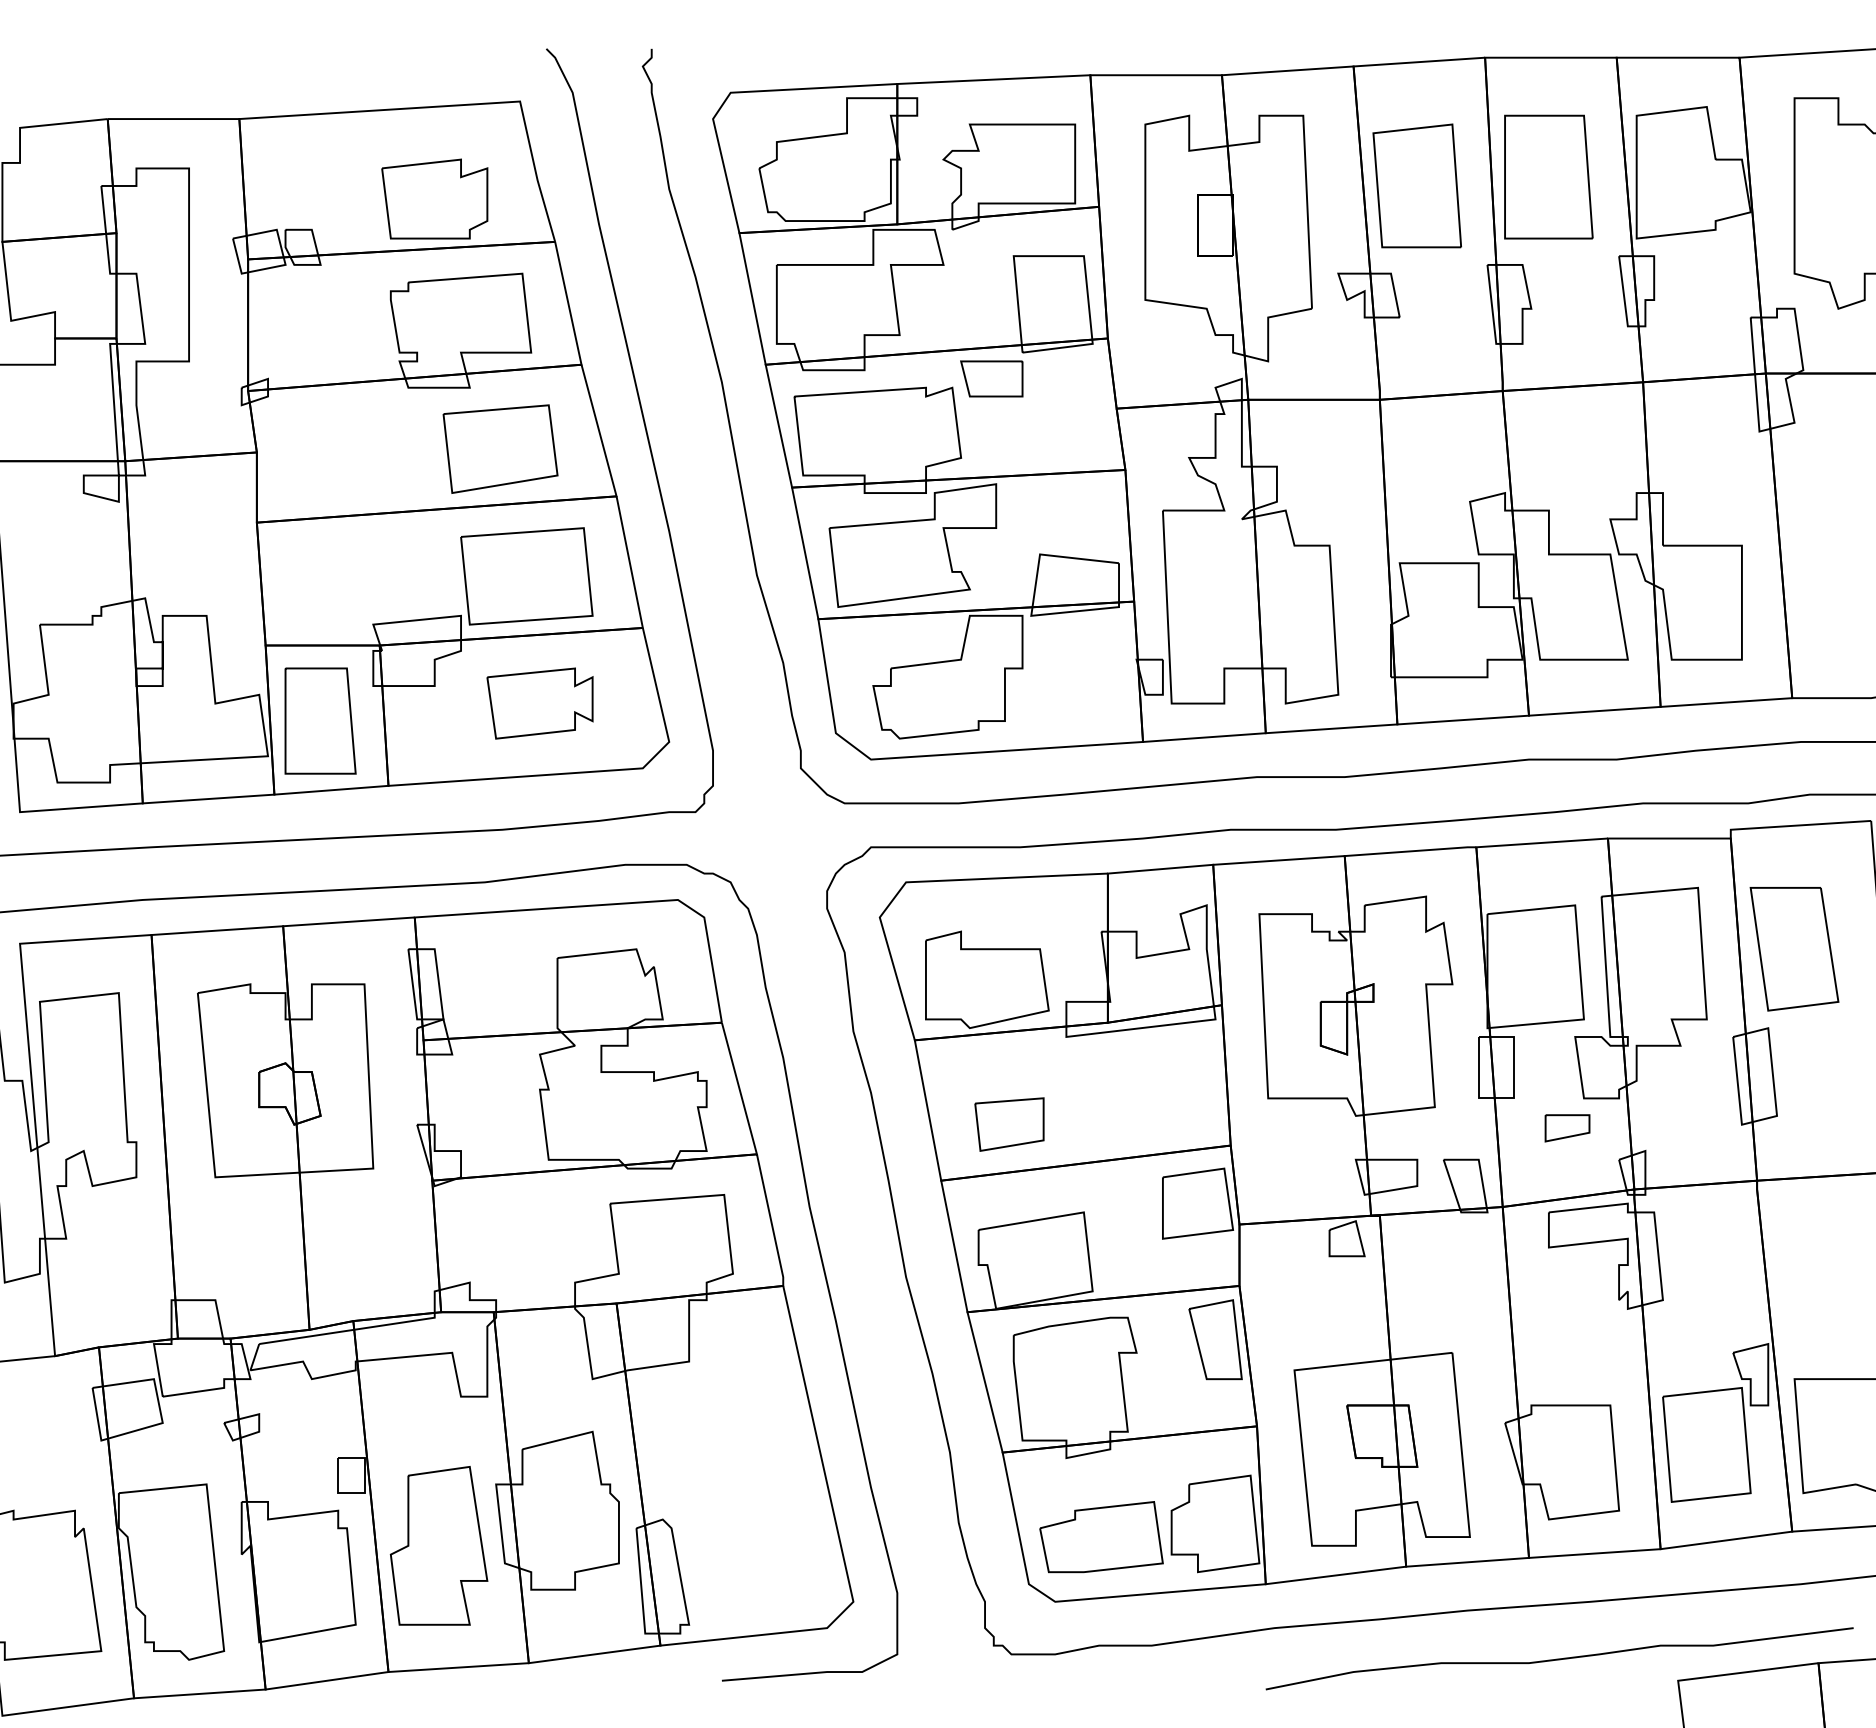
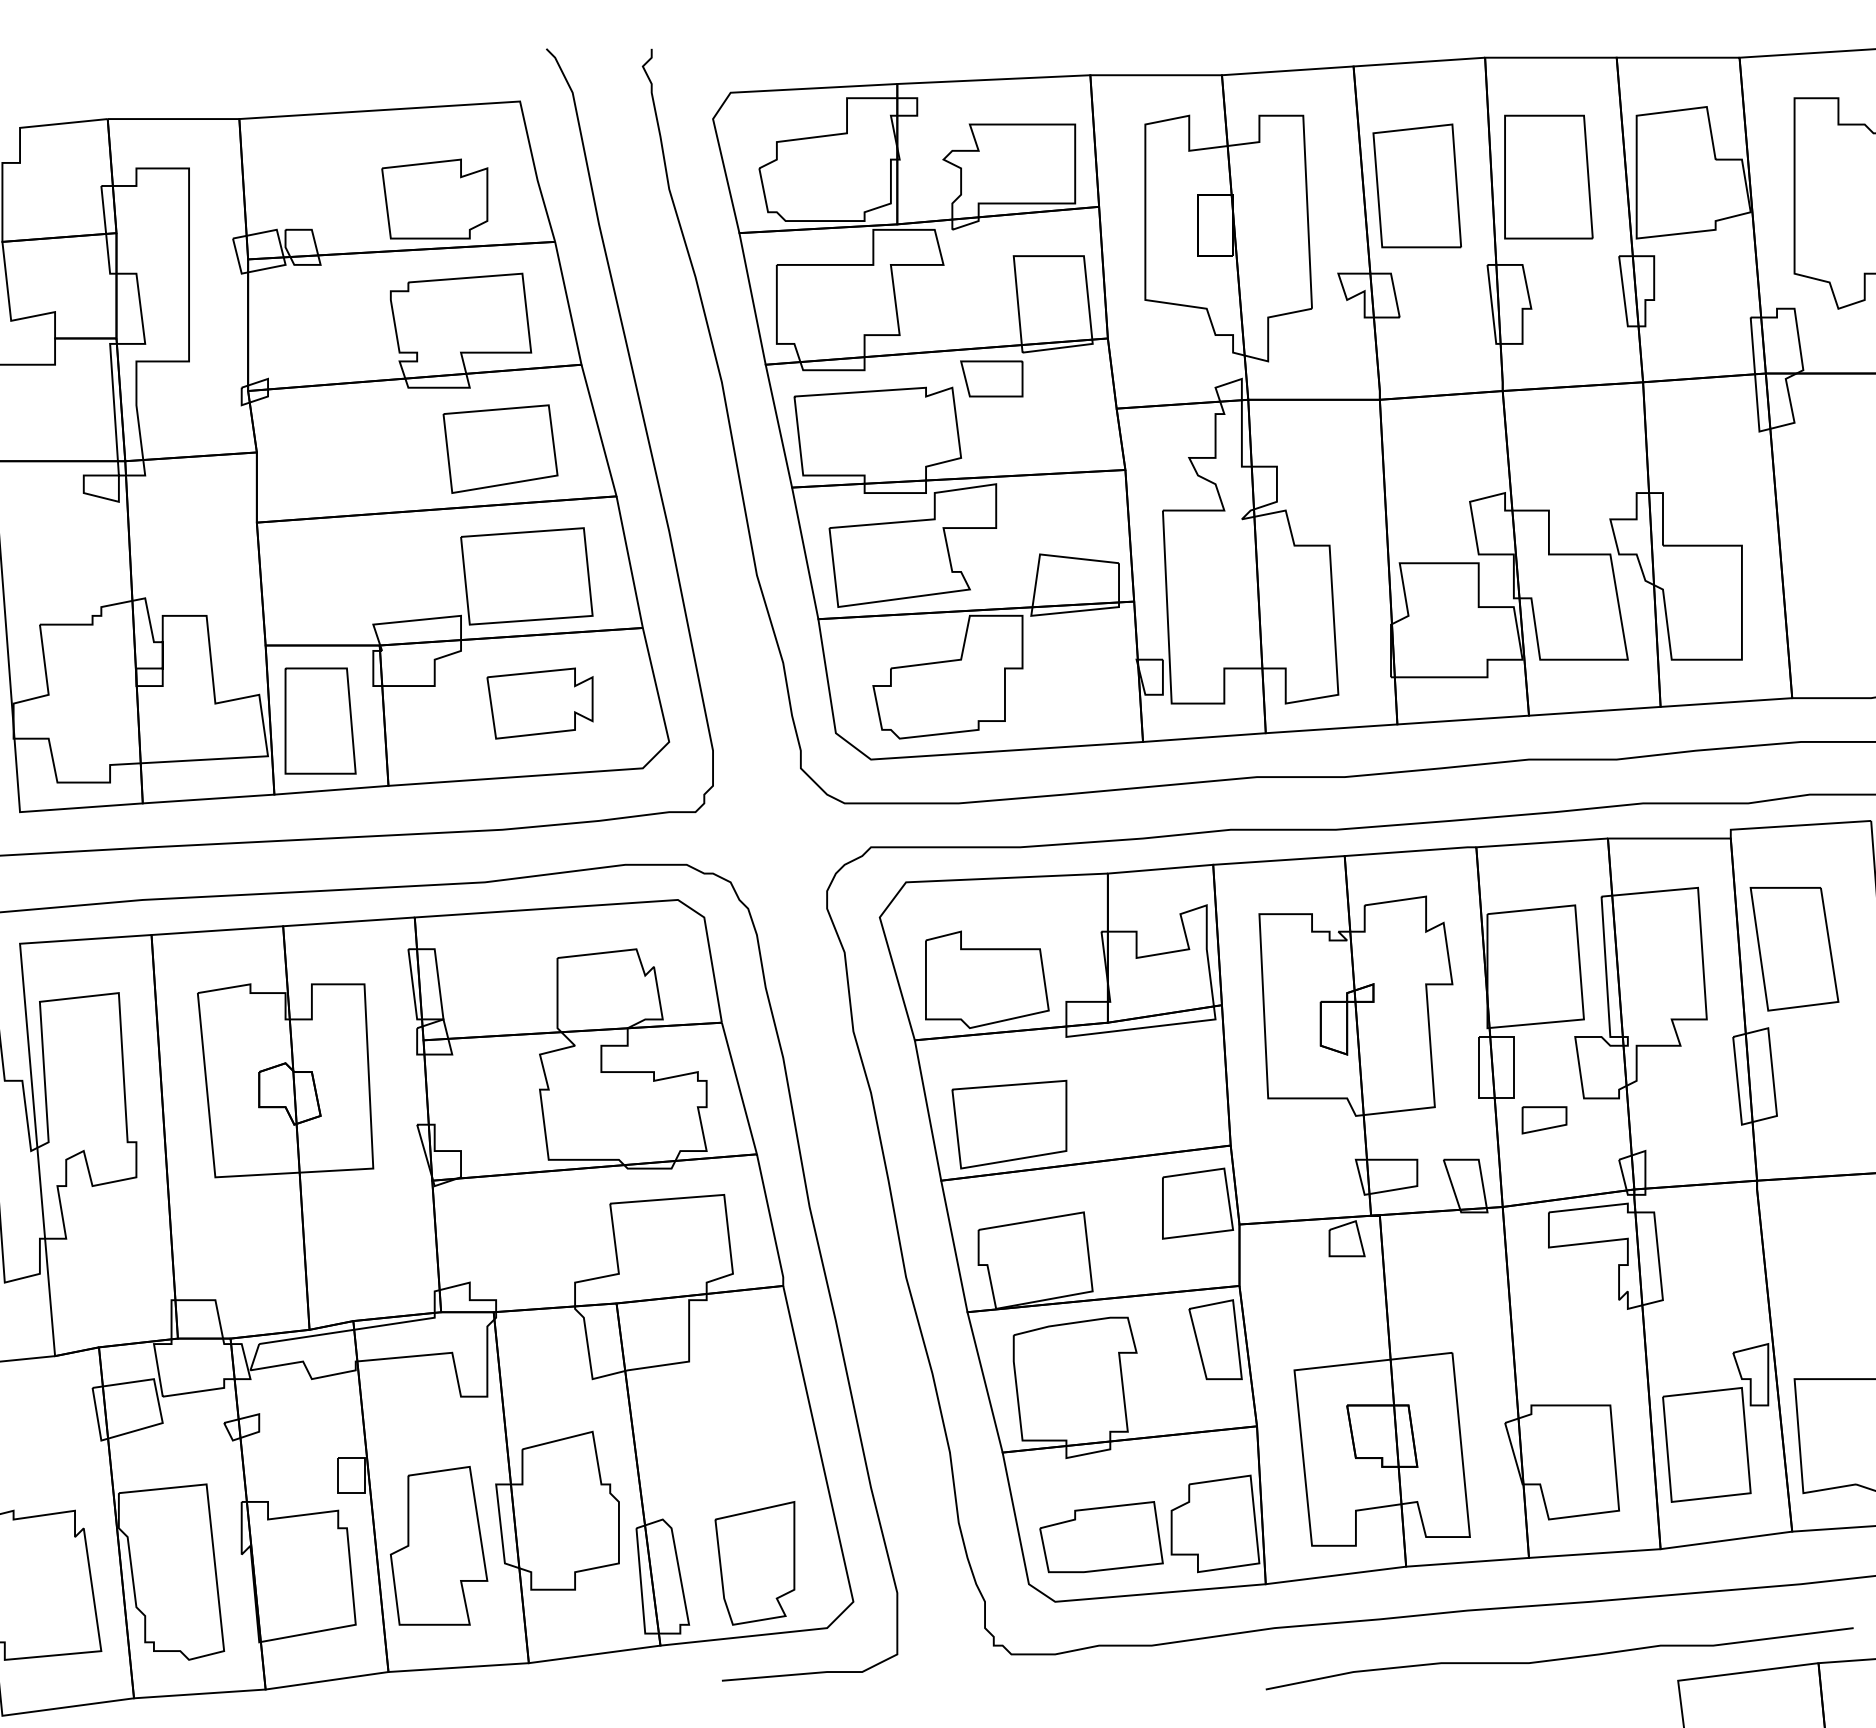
part at (1009, 1124) size: 71x55 px -> 117x91 px
part at (1567, 1128) position: (1567, 1128) -> (1544, 1120)
part at (754, 1563): none -> present
